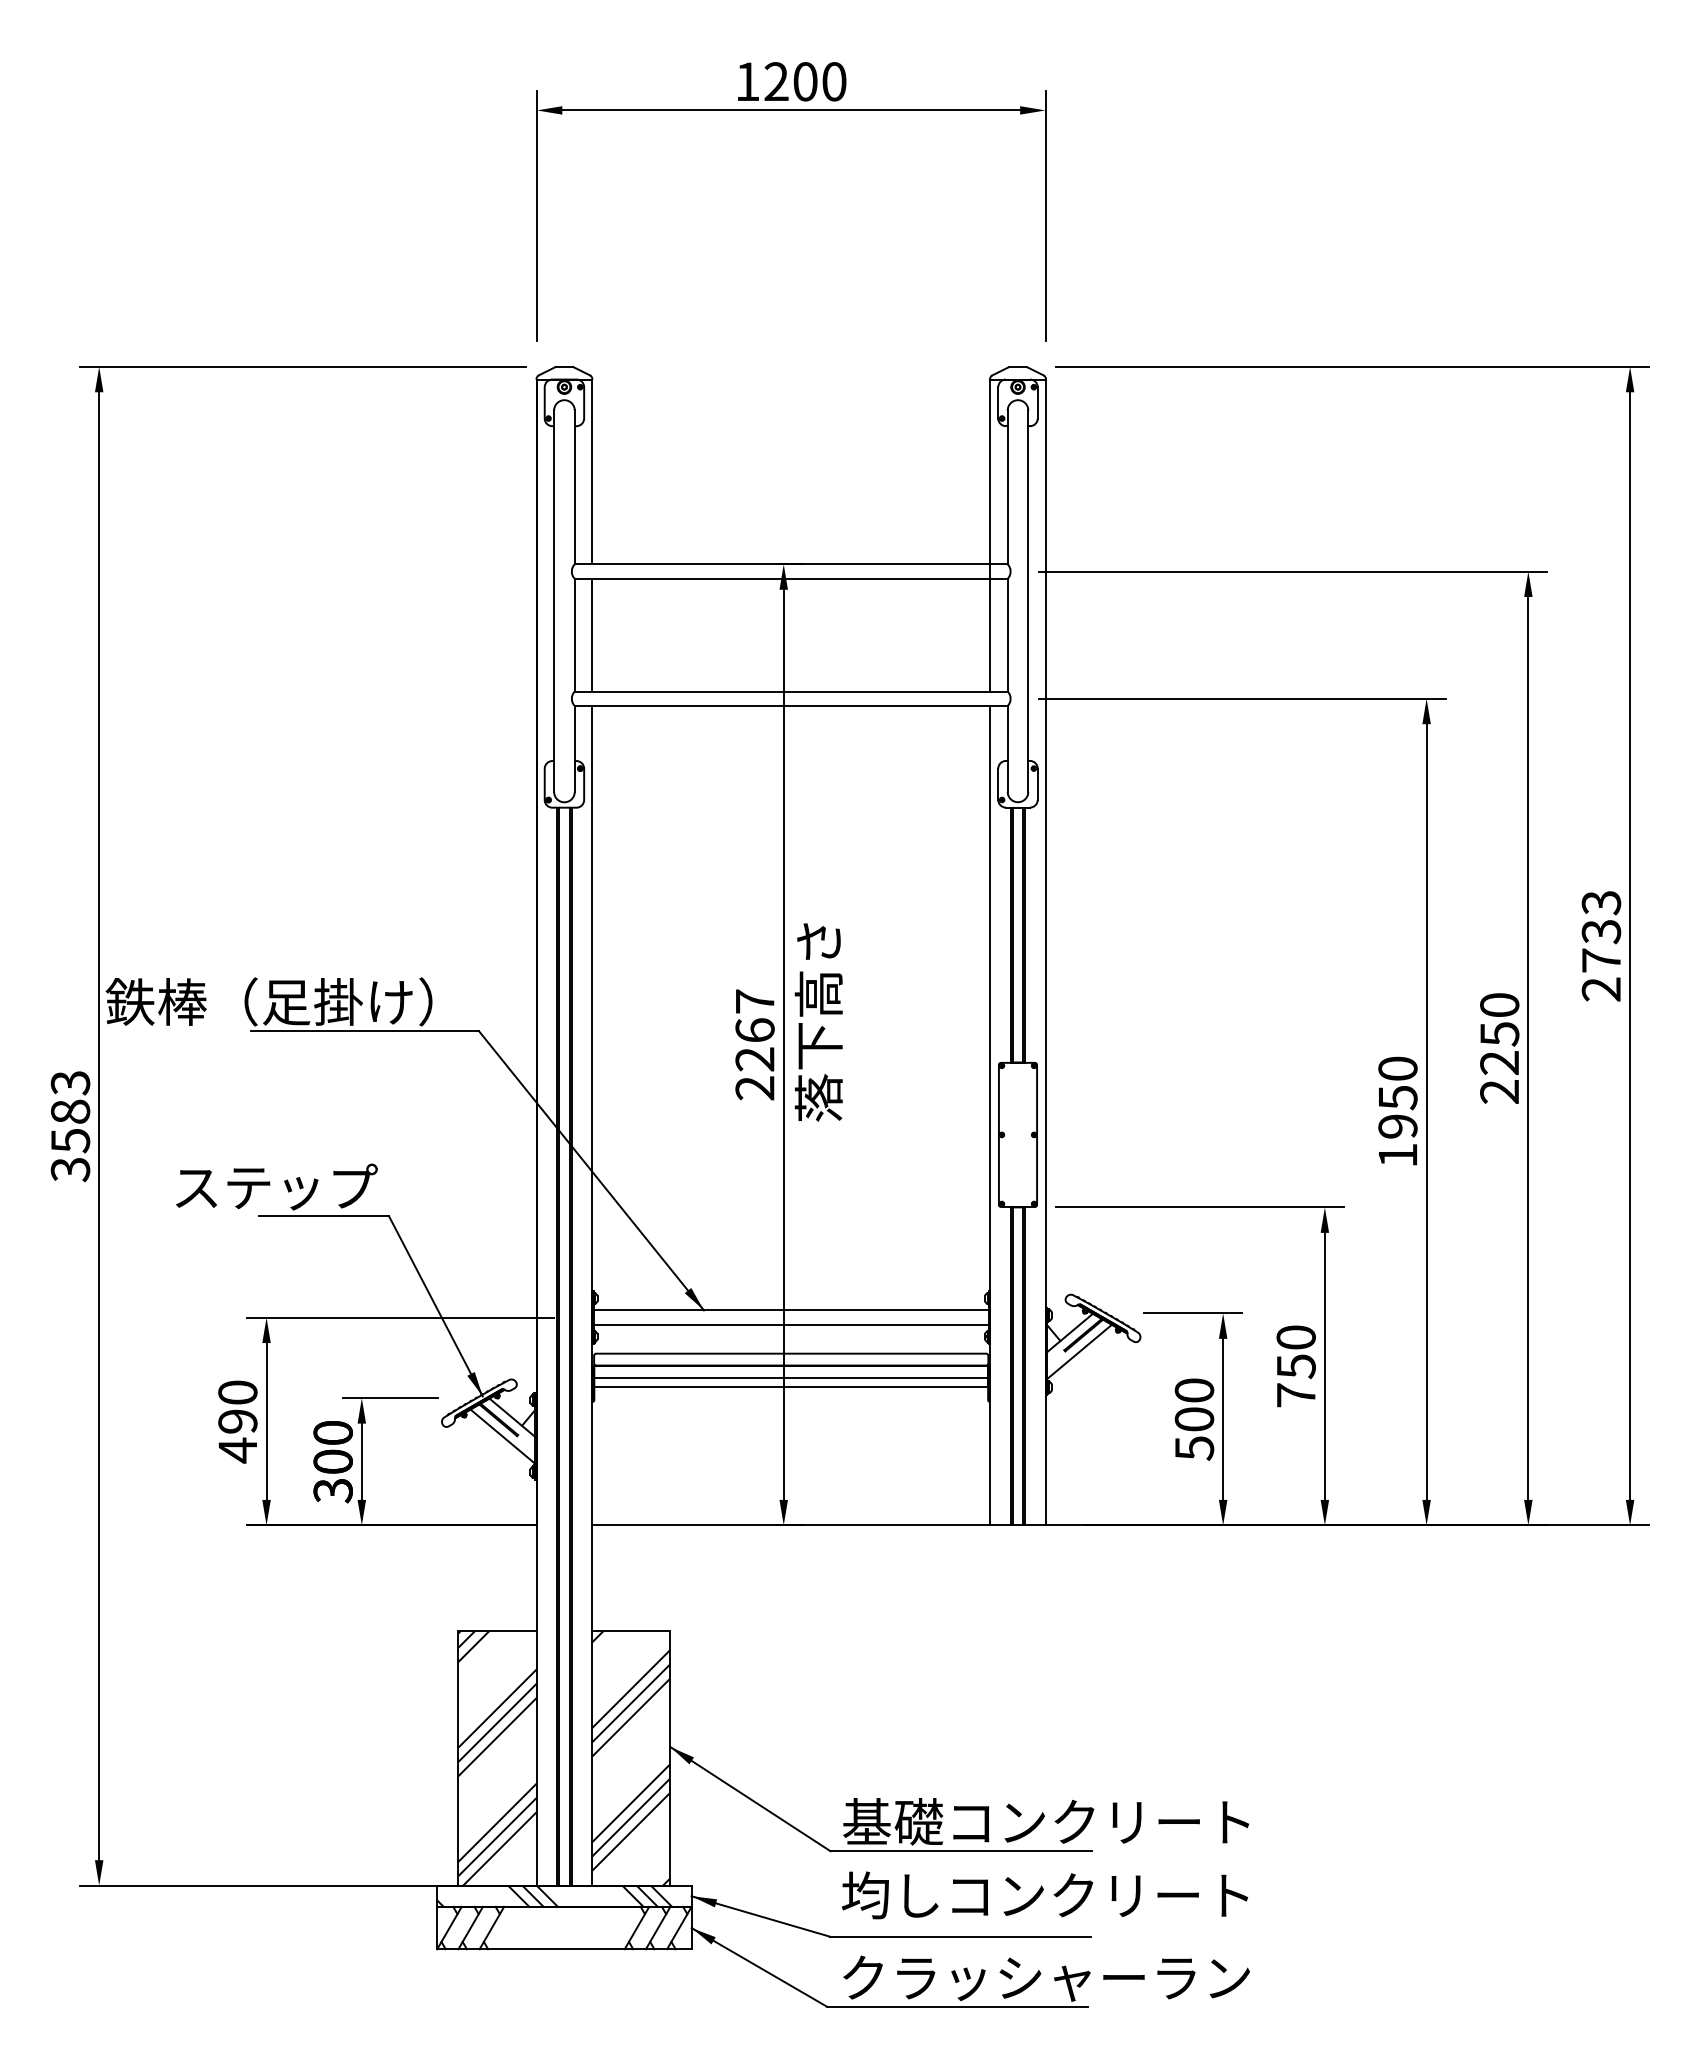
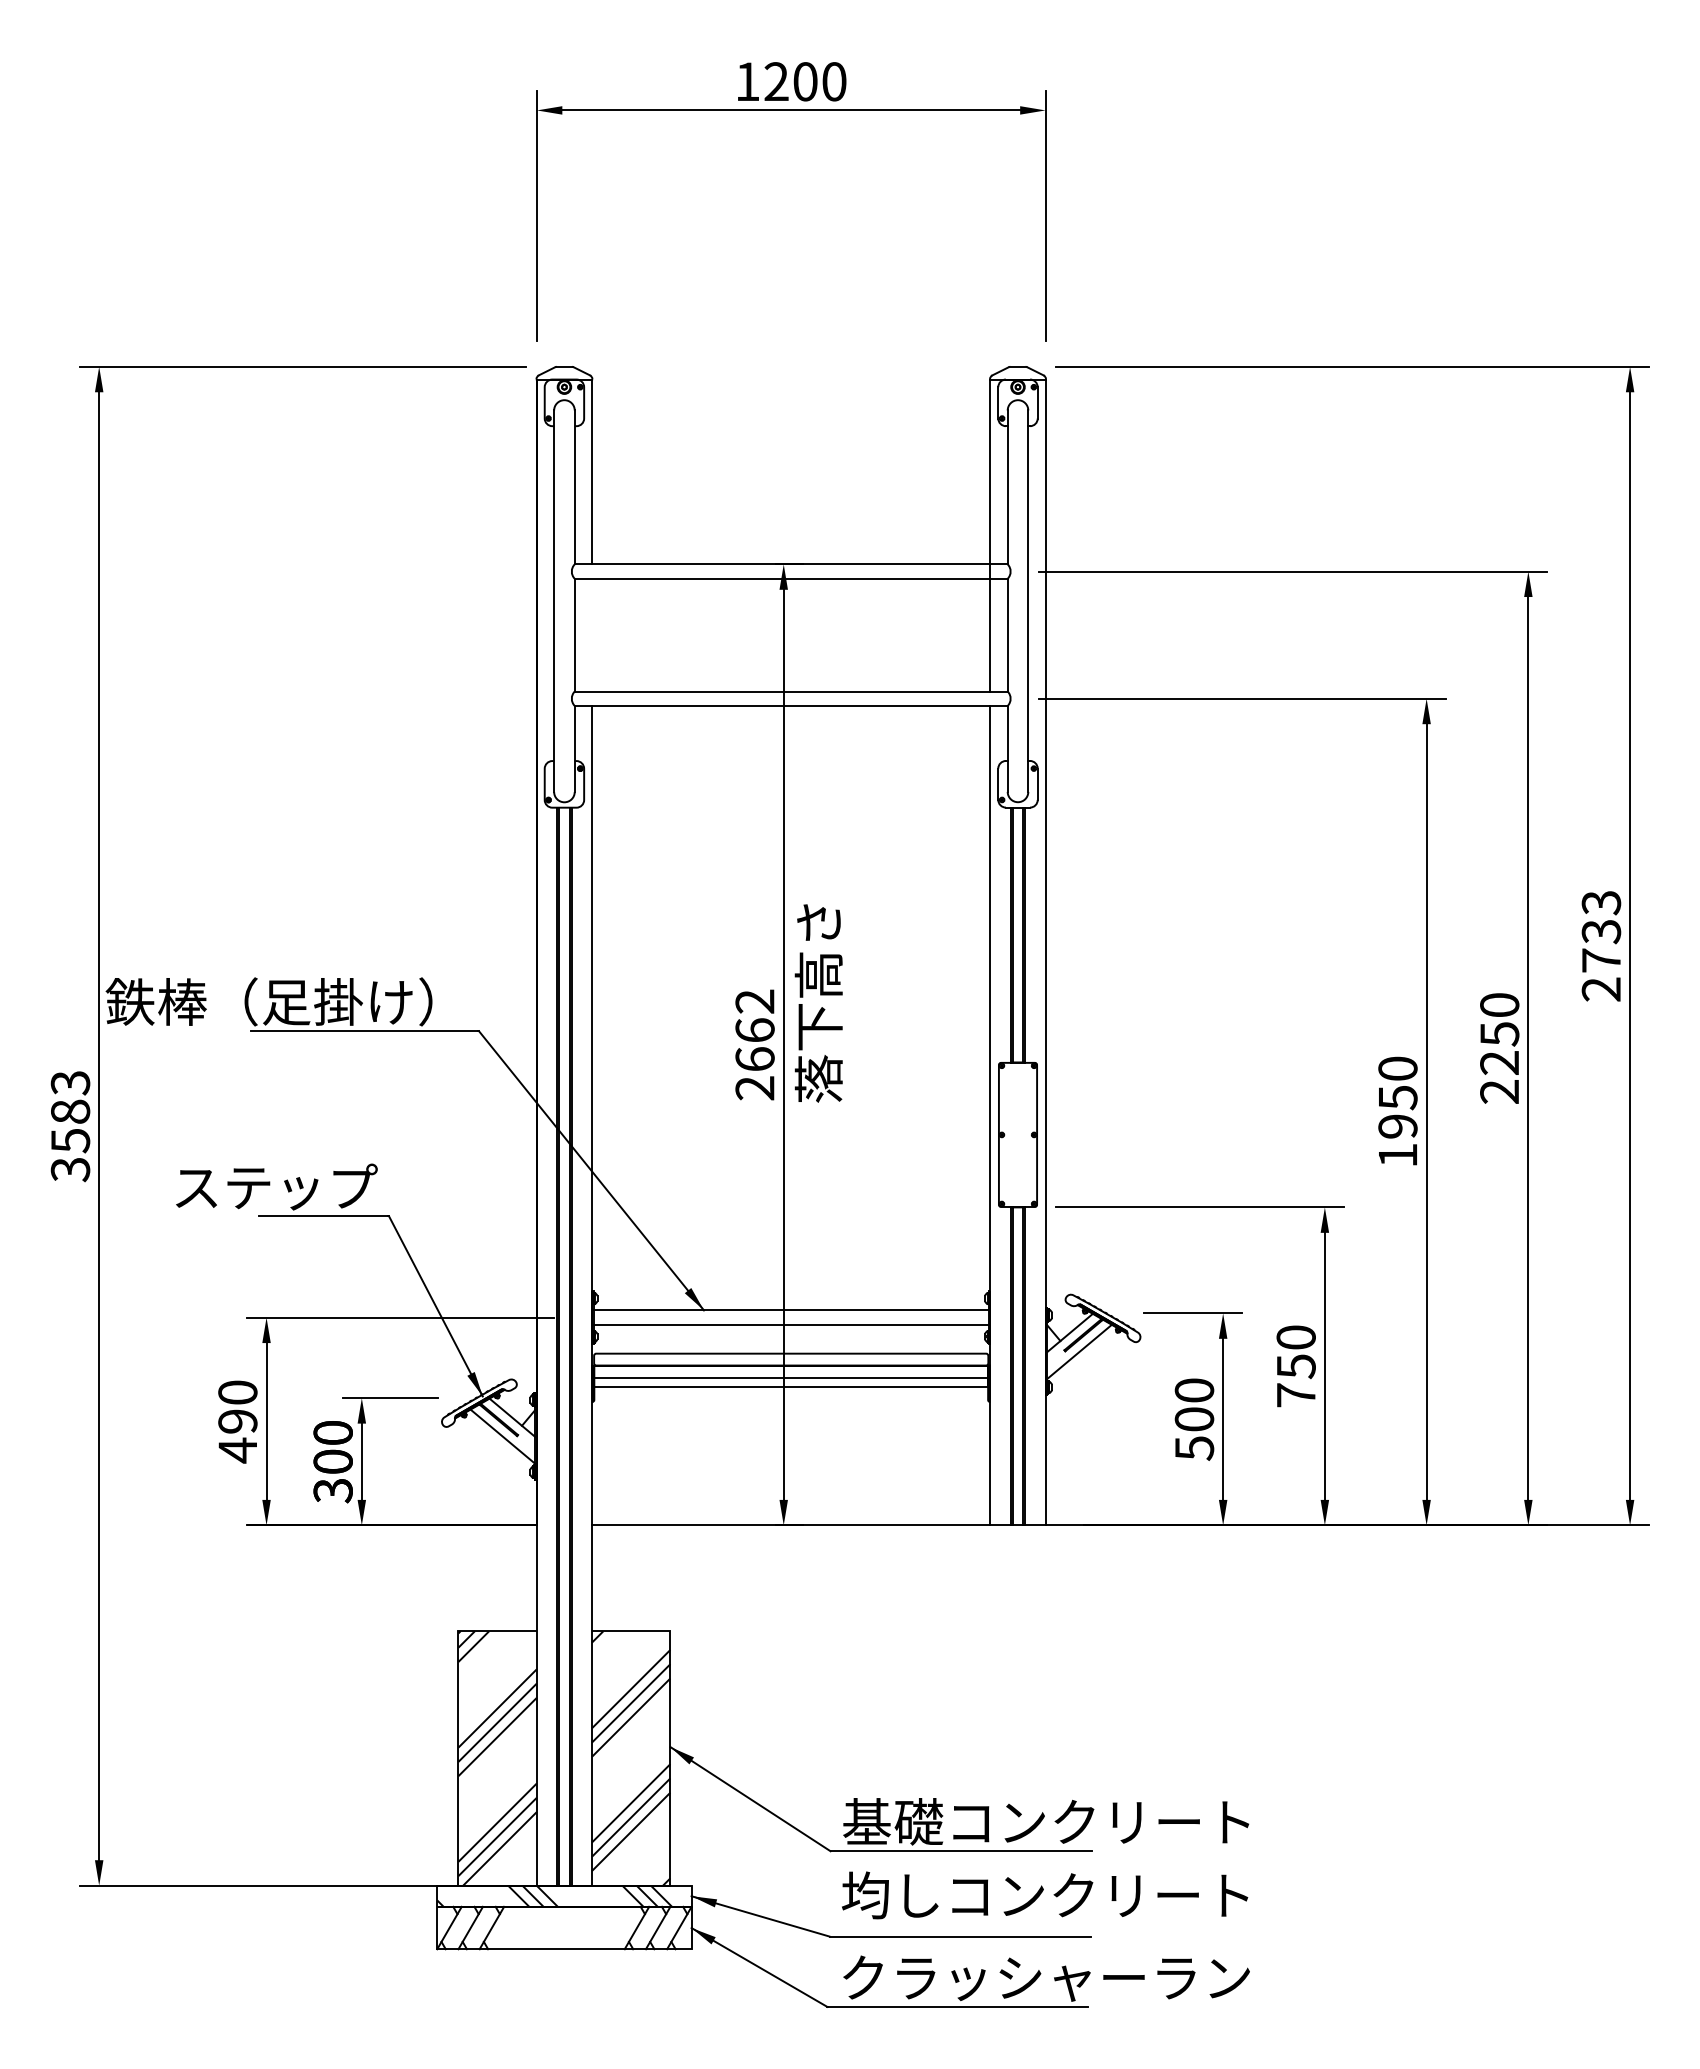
line at (592, 634): present -> none
text at (818, 1022) position: (818, 1022) -> (818, 1003)
text at (754, 1030): 2267 -> 2662
